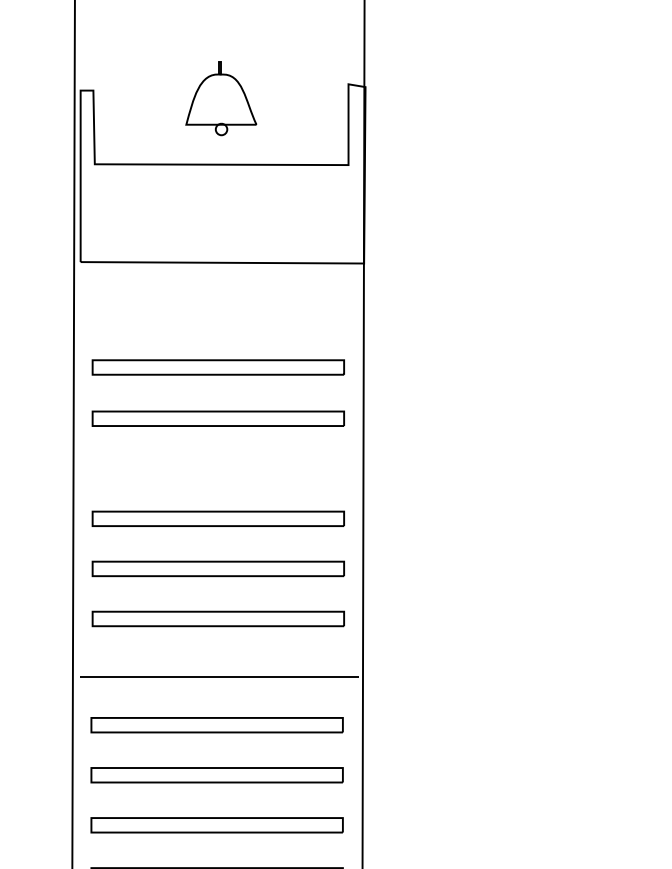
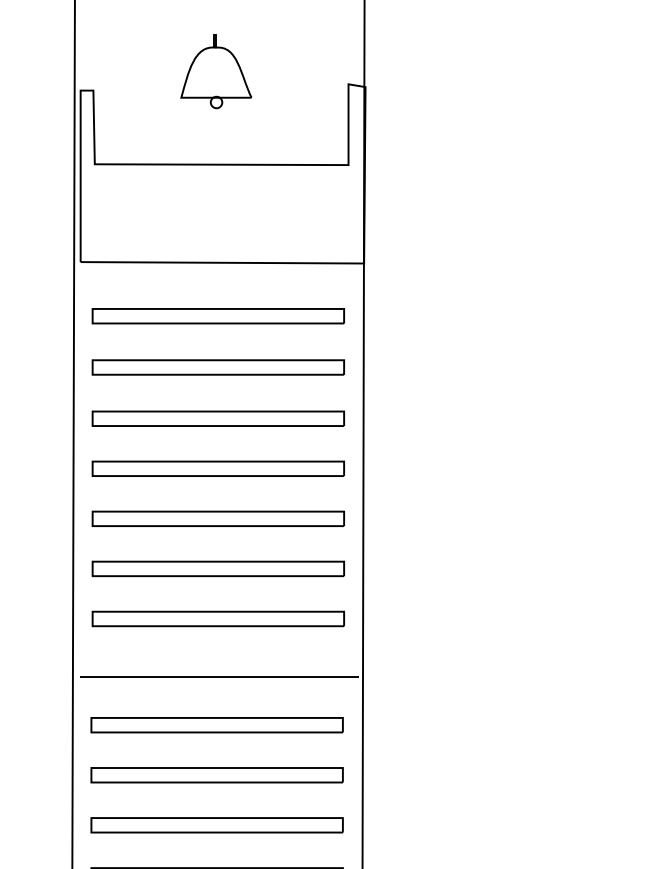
part at (221, 98) position: (221, 98) -> (216, 71)
part at (217, 316): none -> present
part at (217, 468): none -> present
